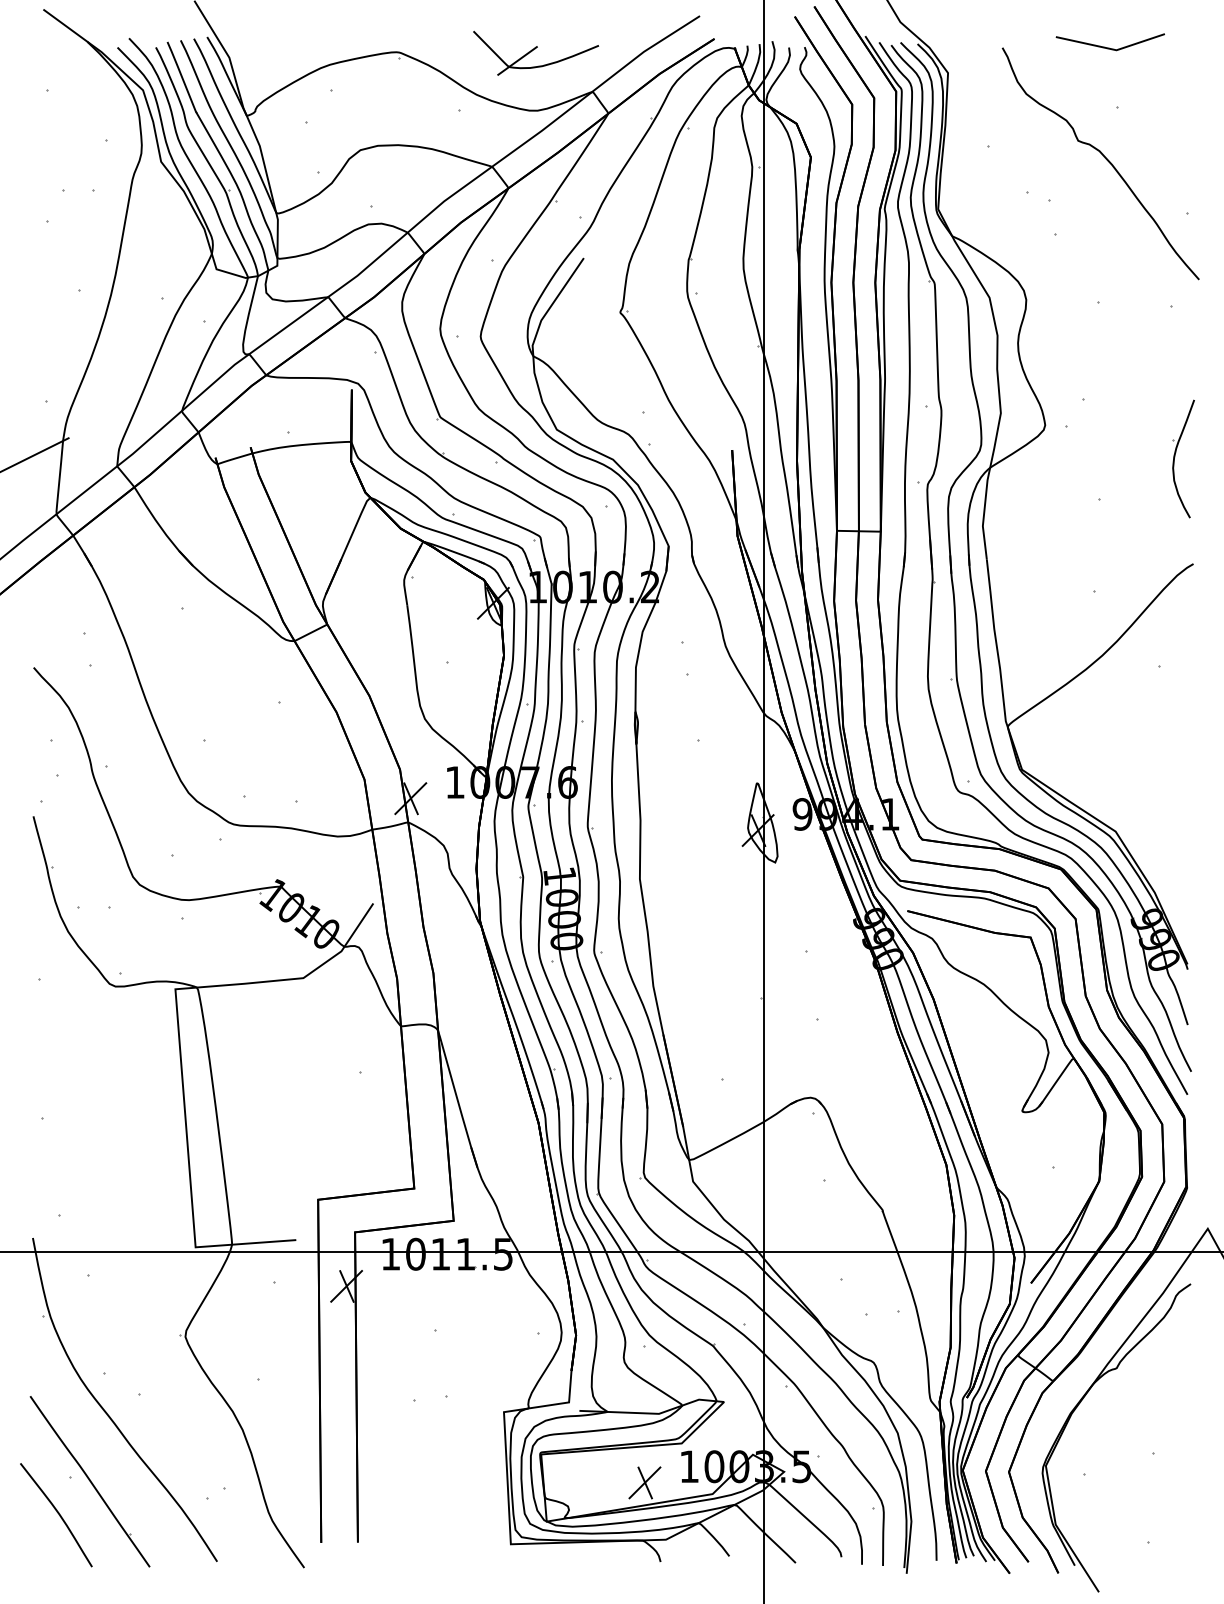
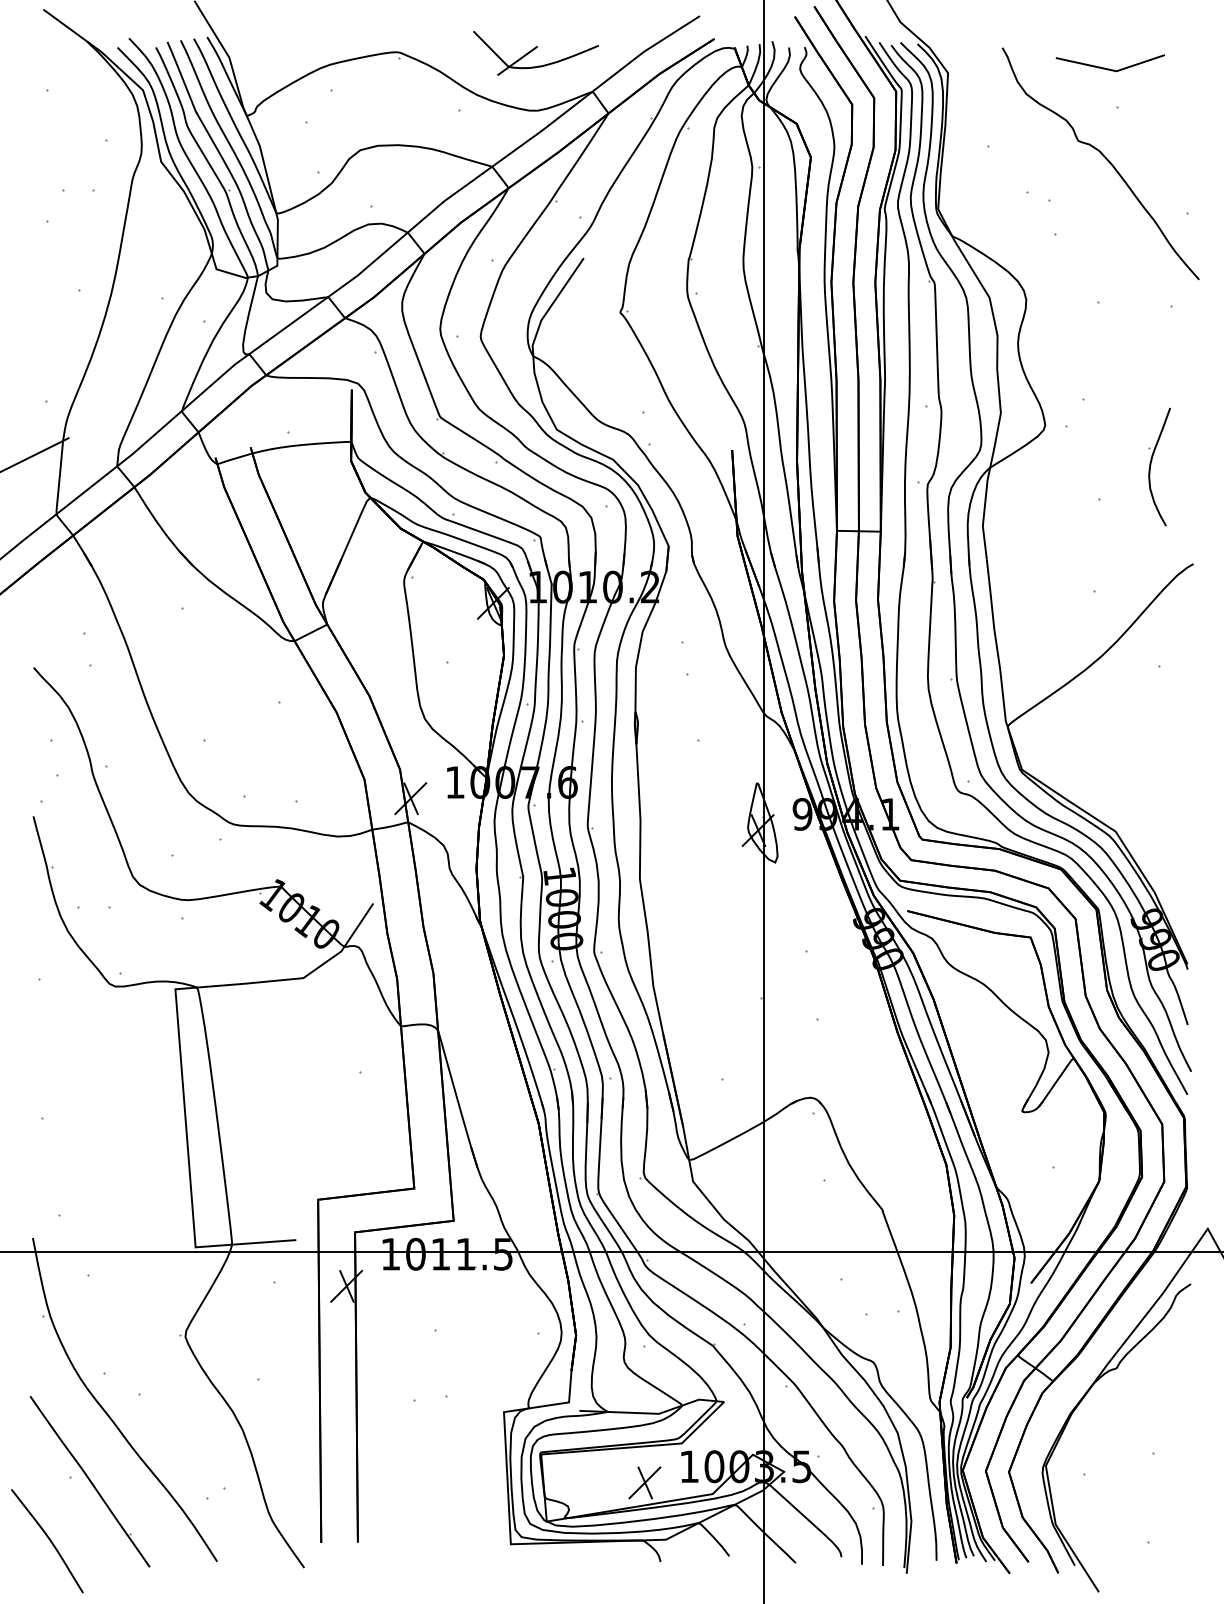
line at (1109, 47) position: (1109, 47) -> (1109, 68)
part at (1175, 457) position: (1175, 457) -> (1151, 465)
curve at (57, 1513) position: (57, 1513) -> (48, 1539)
